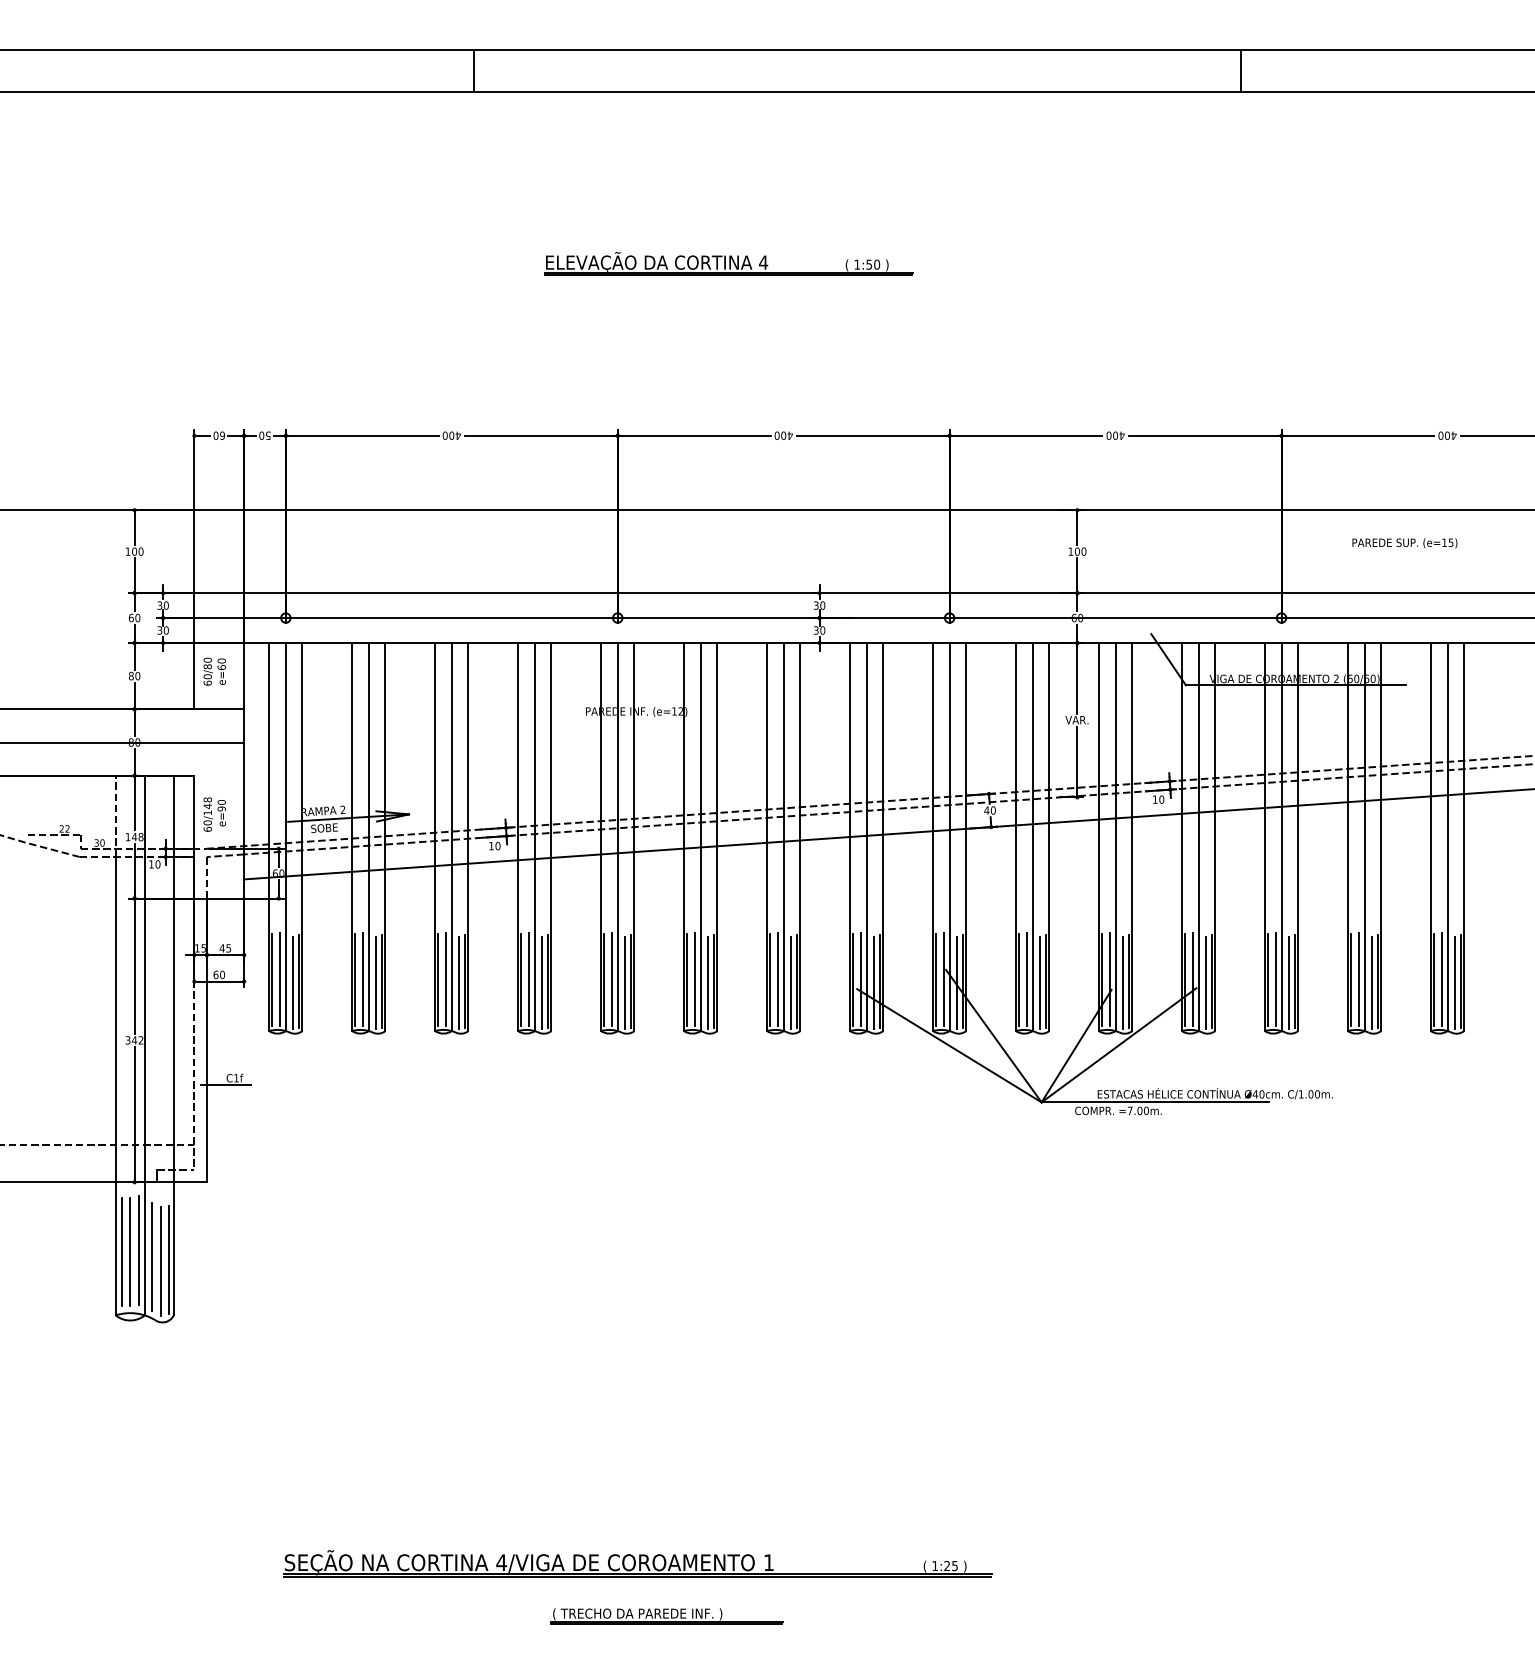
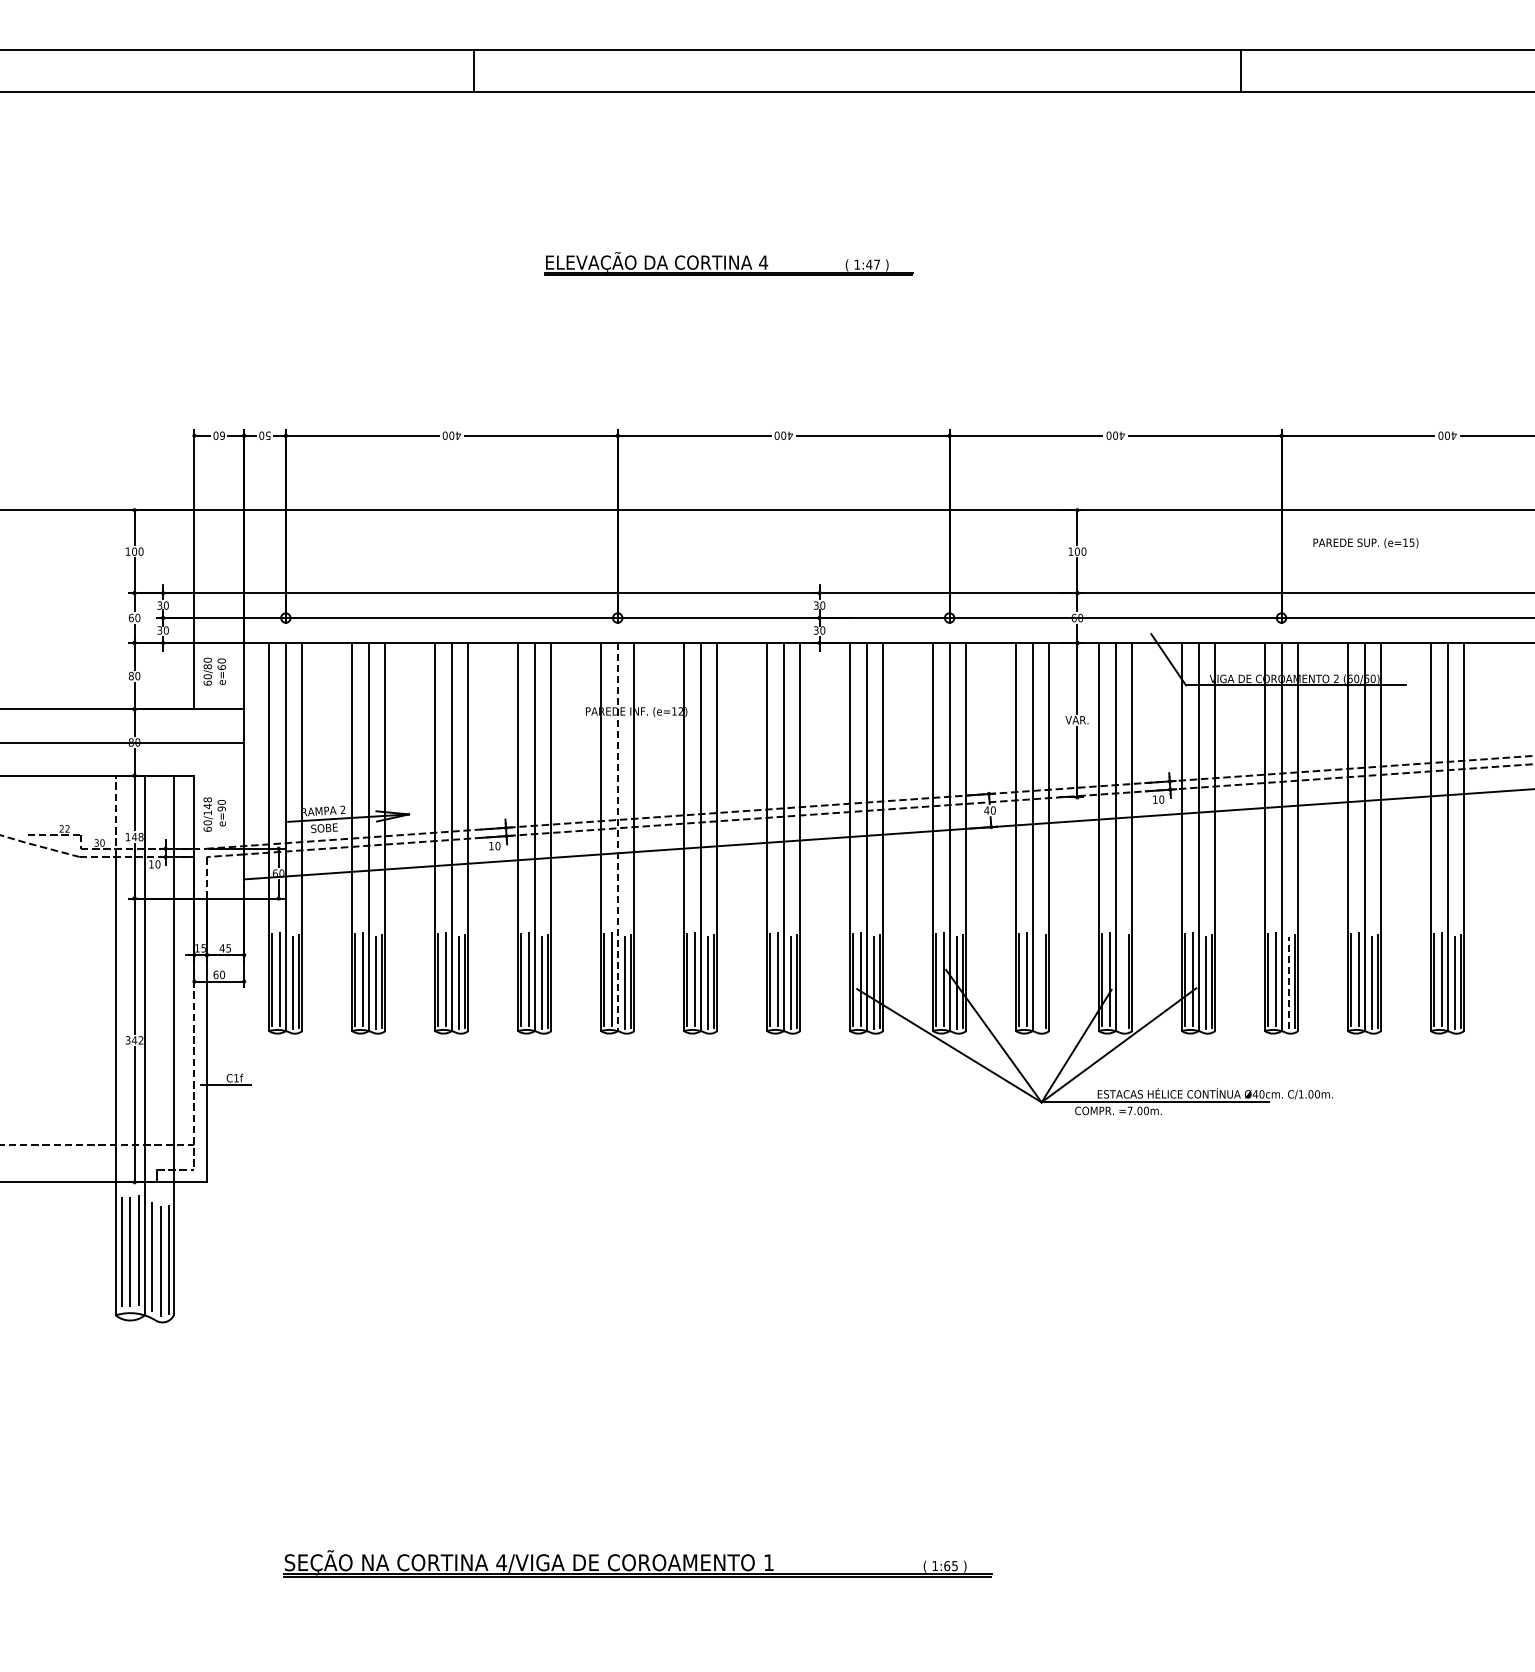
text at (873, 264): 1:50 -> 1:47
text at (1404, 543) position: (1404, 543) -> (1365, 543)
line at (617, 837): solid -> dashed
line at (1289, 982): solid -> dashed
line at (1040, 983): present -> none
line at (1123, 983): present -> none
text at (947, 1566): 1:25 -> 1:65
part at (666, 1616): present -> none
